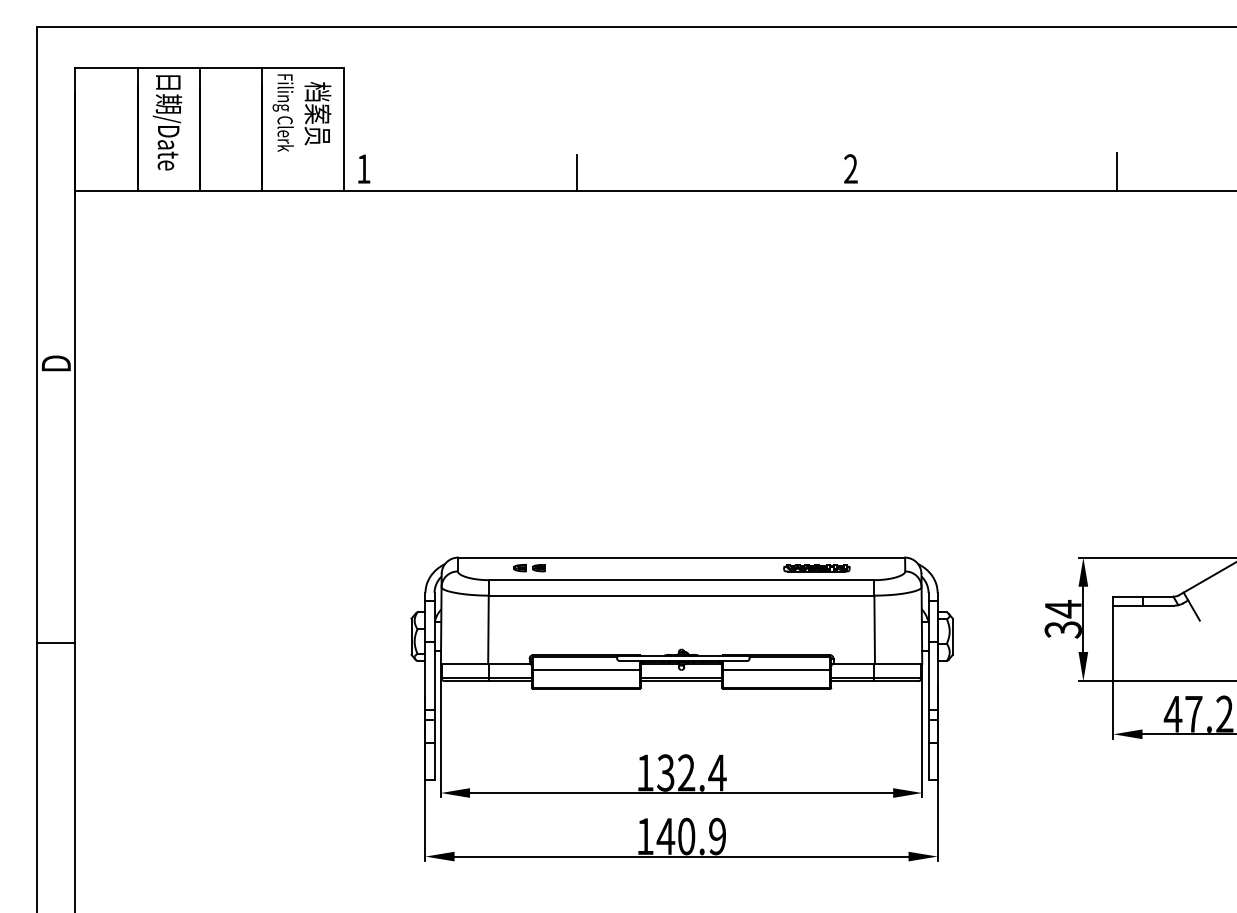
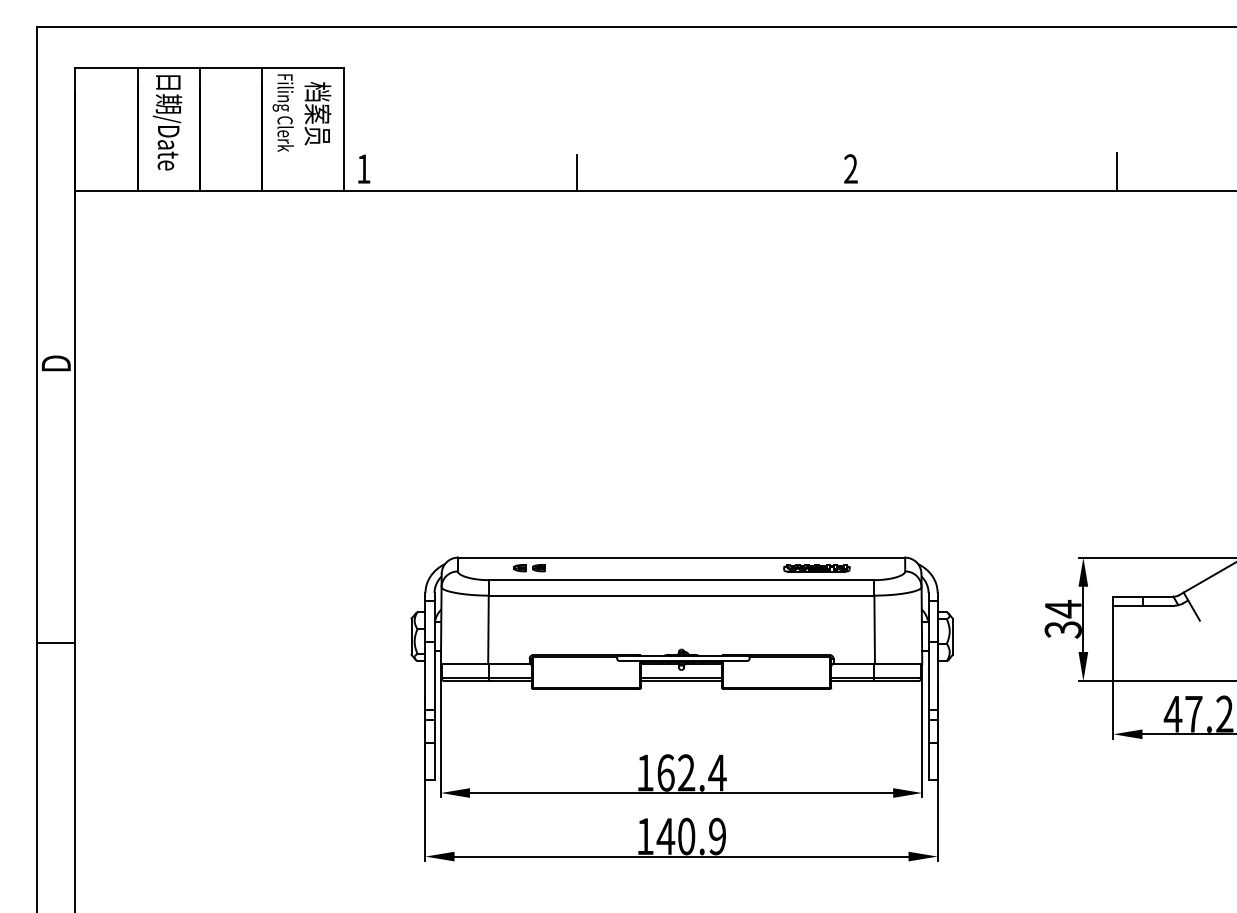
line at (585, 670): present -> none
line at (776, 670): present -> none
text at (665, 772): 132.4 -> 162.4
